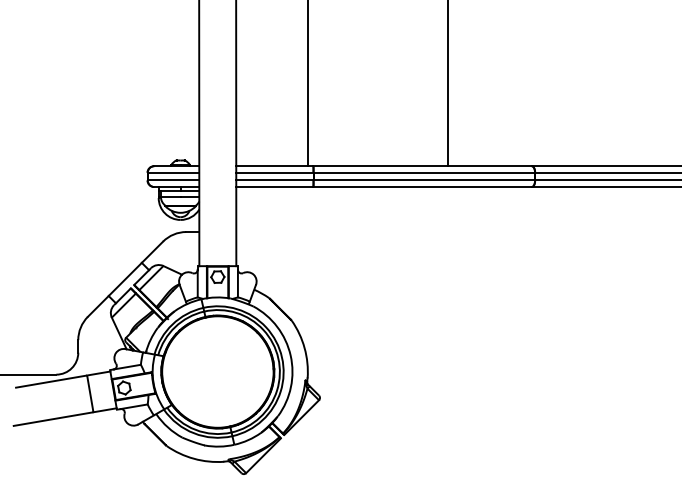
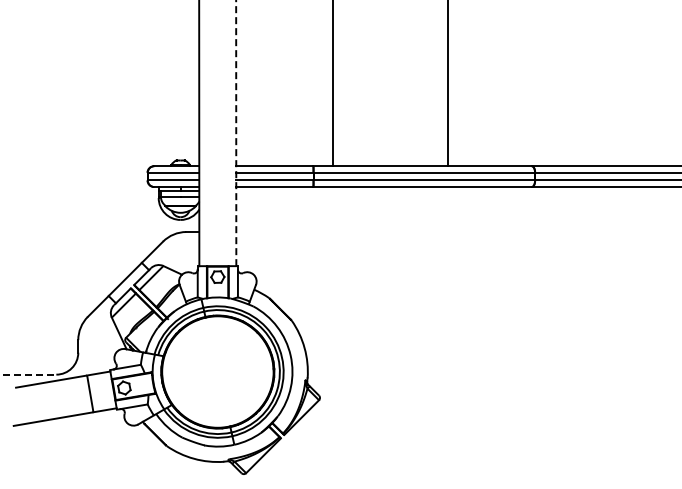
line at (308, 84) position: (308, 84) -> (333, 84)
line at (236, 133): solid -> dashed
line at (28, 374): solid -> dashed
